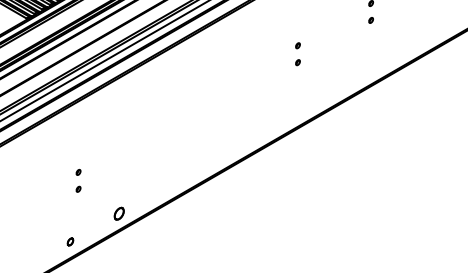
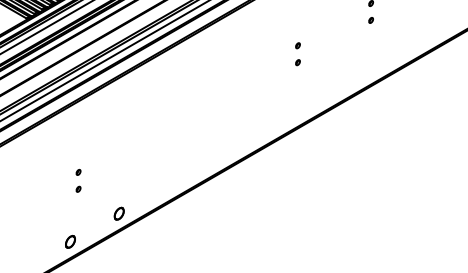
line at (46, 27): none -> present
part at (70, 241) size: 9x10 px -> 11x14 px
